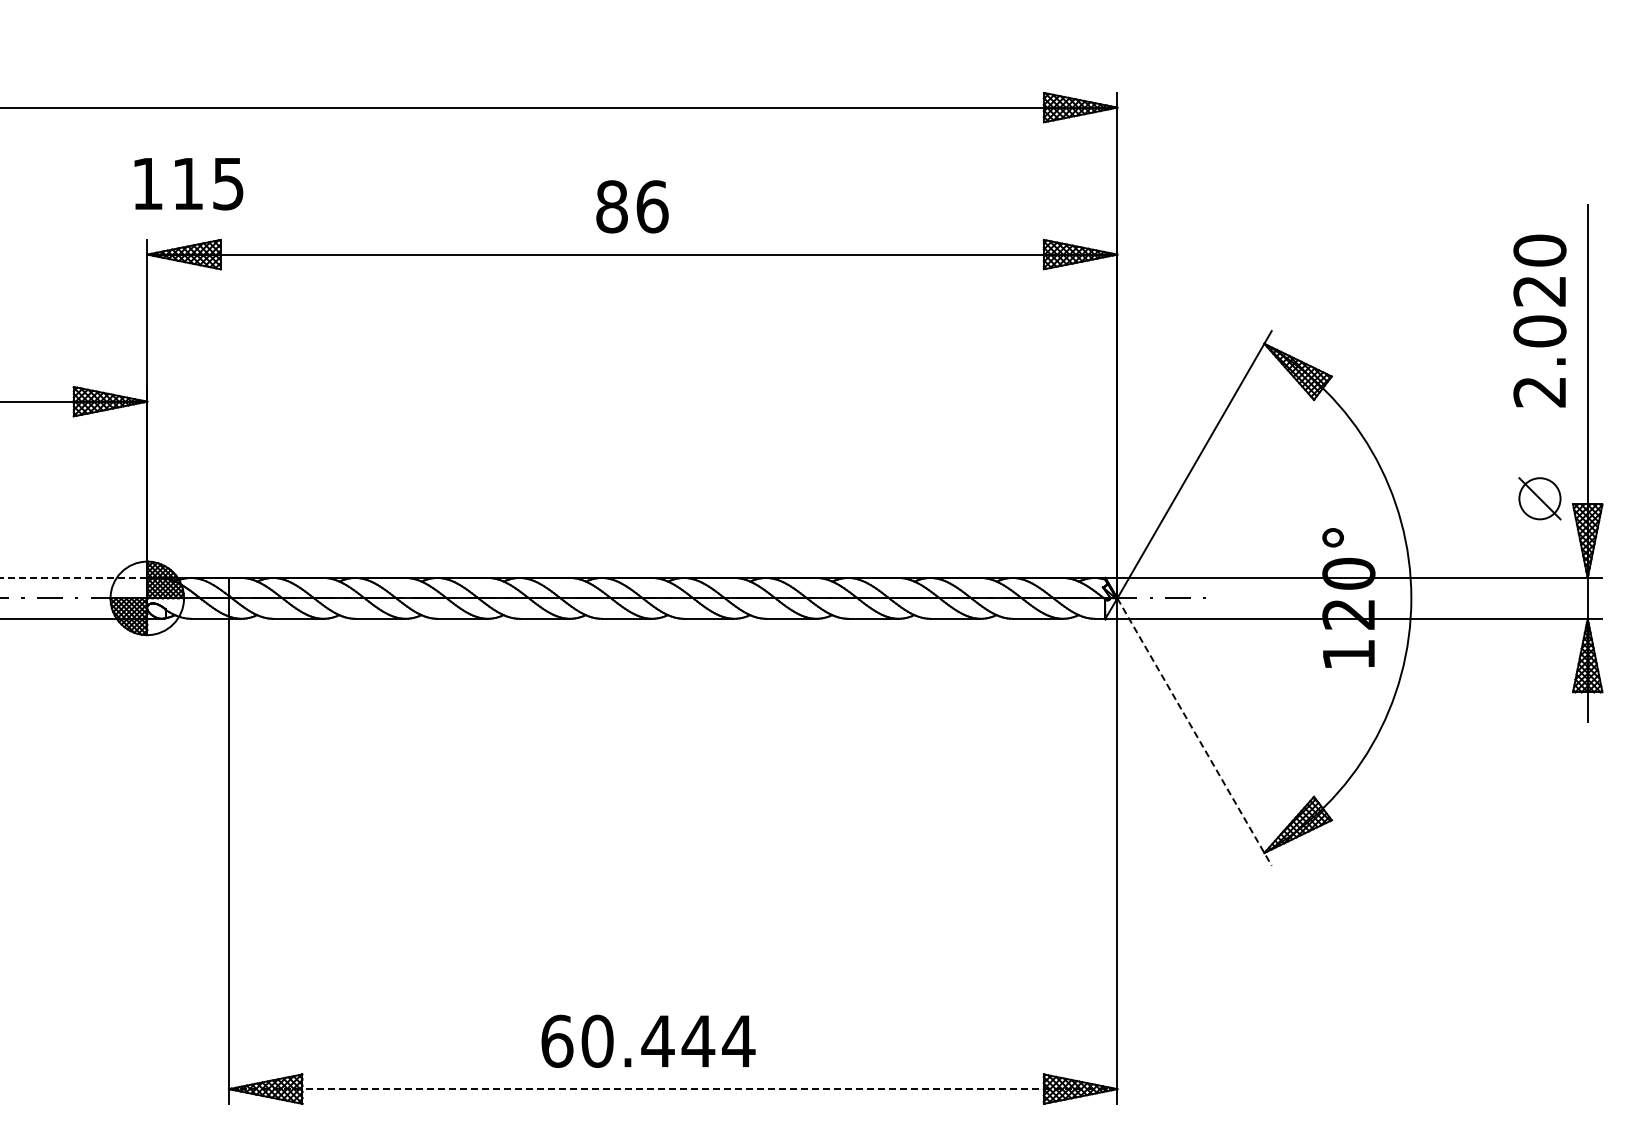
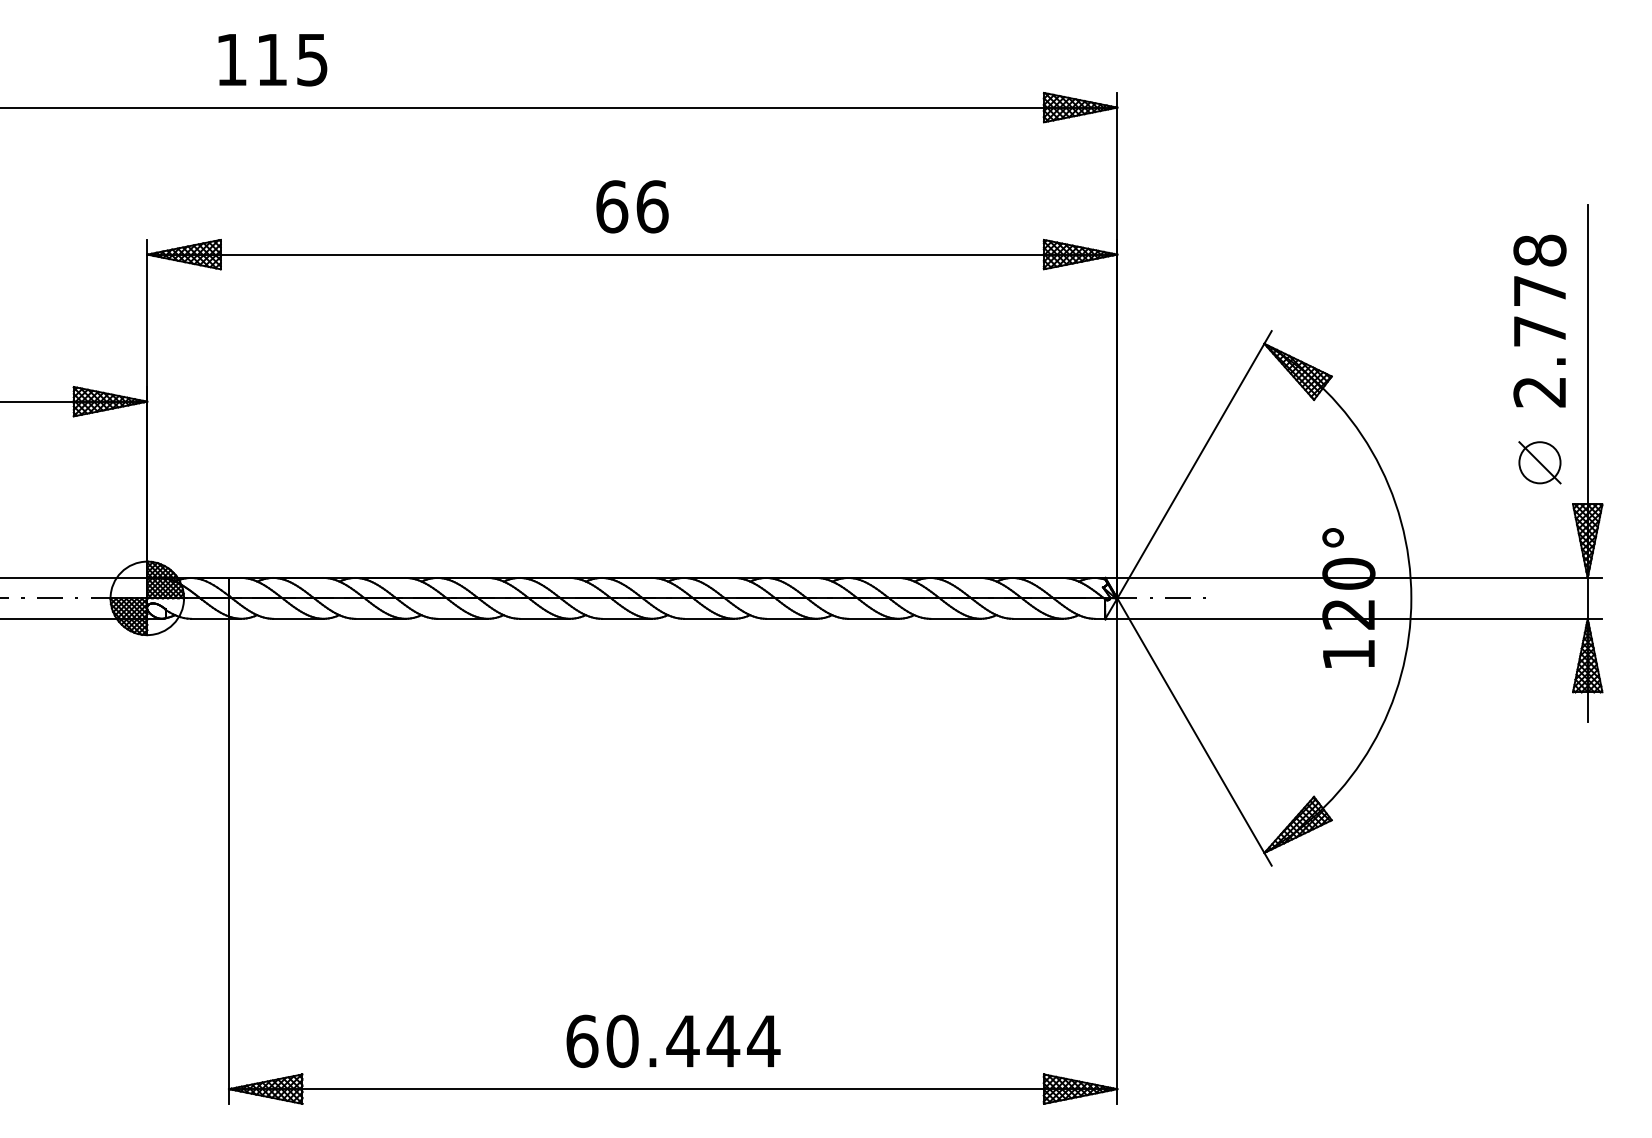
text at (188, 184) position: (188, 184) -> (272, 60)
text at (612, 206): 86 -> 66
text at (1539, 290): 2.020 -> 2.778
part at (1539, 498) position: (1539, 498) -> (1539, 462)
line at (73, 578): dashed -> solid
line at (1194, 732): dashed -> solid
text at (648, 1040) position: (648, 1040) -> (673, 1040)
line at (673, 1089): dashed -> solid
